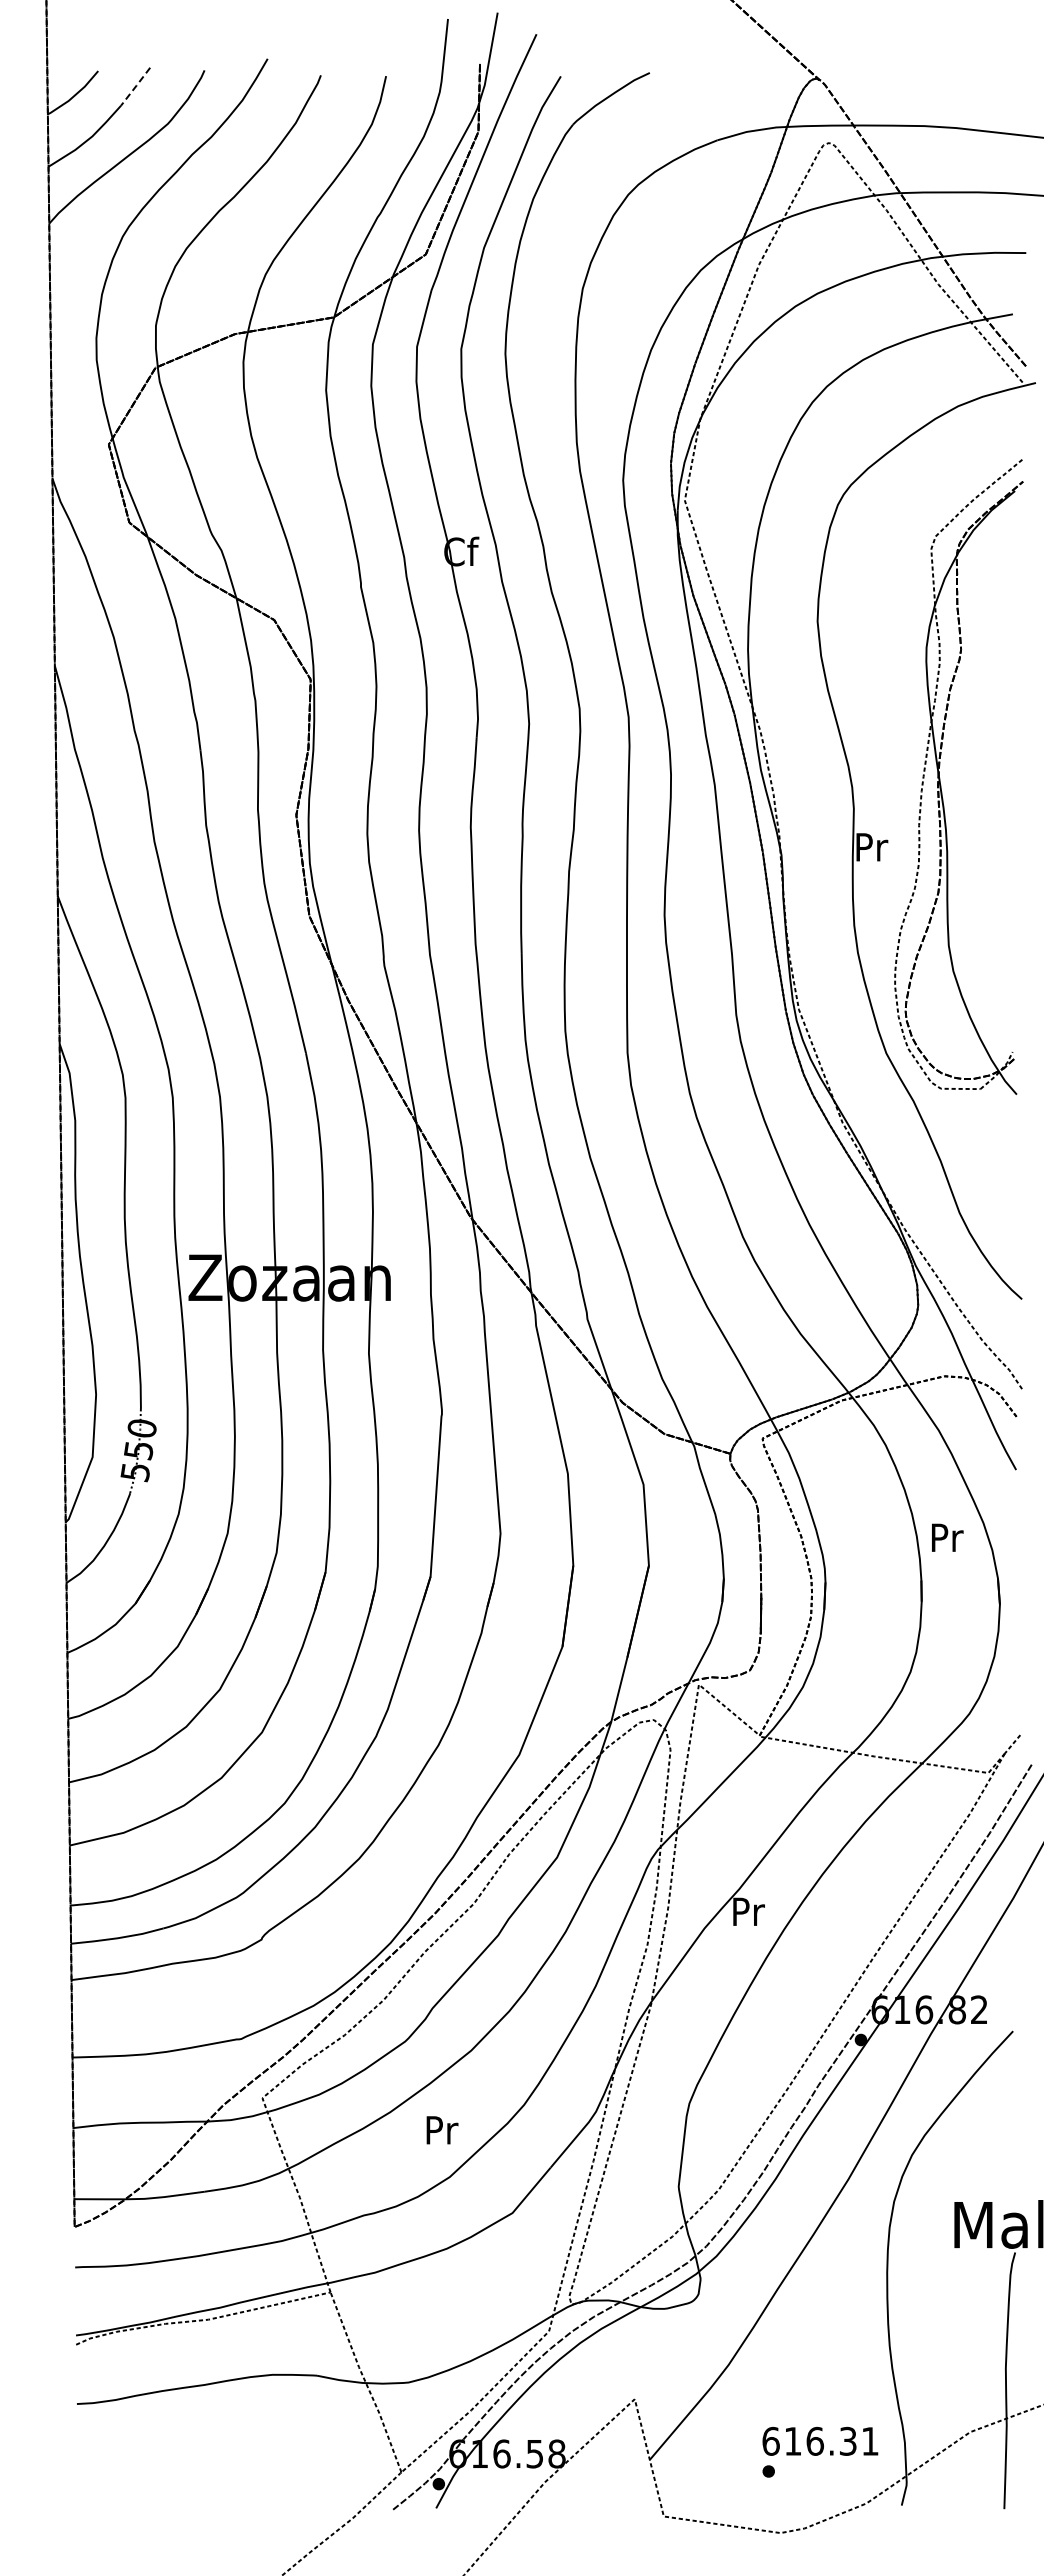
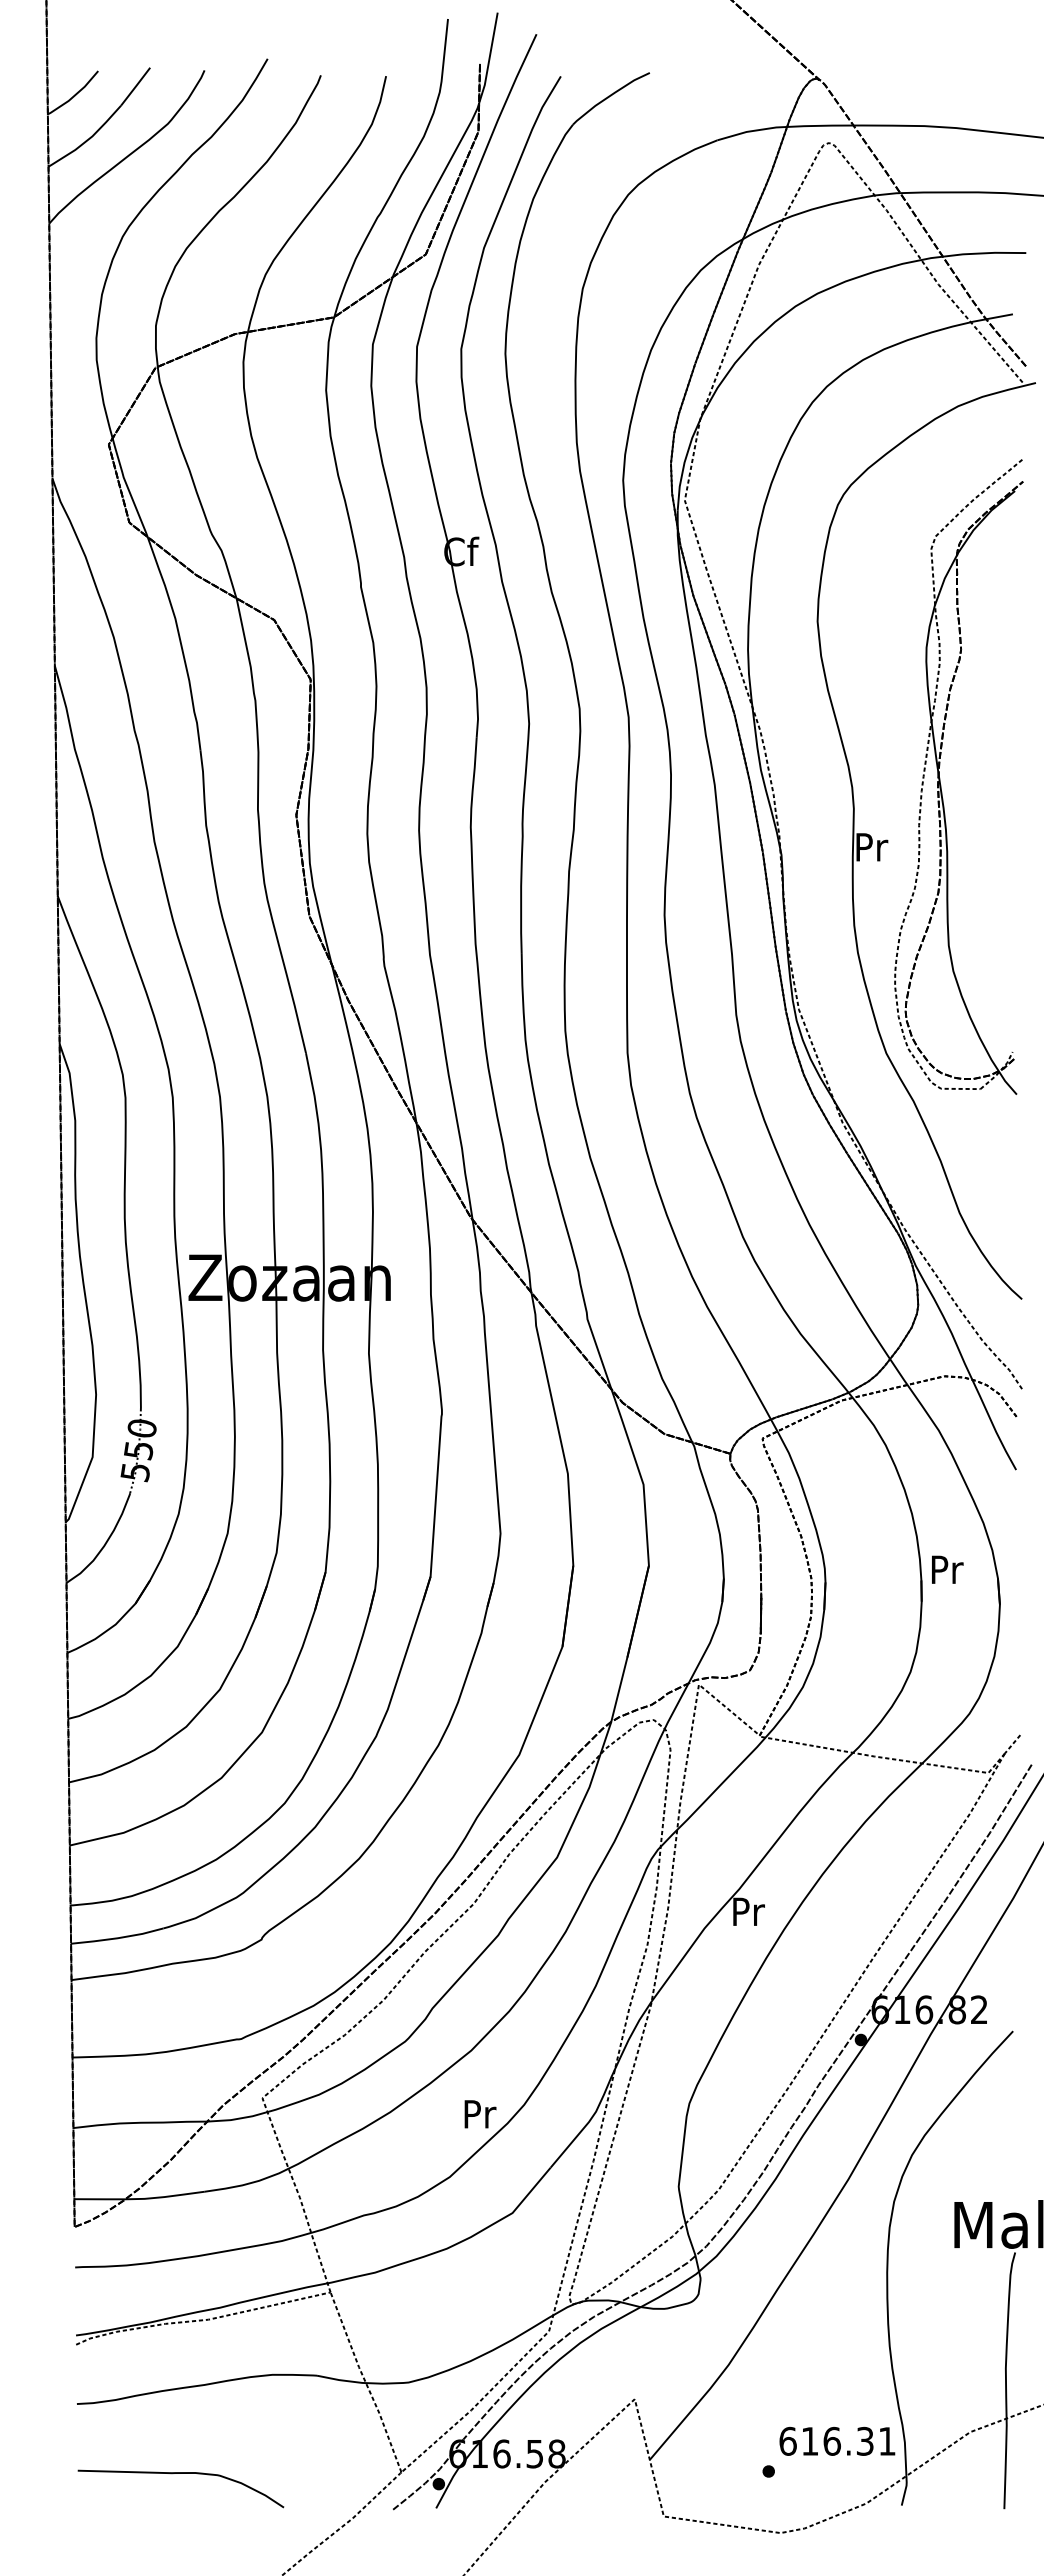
line at (136, 86): dashed -> solid
text at (947, 1537) position: (947, 1537) -> (947, 1569)
text at (442, 2130) position: (442, 2130) -> (480, 2114)
text at (820, 2440) position: (820, 2440) -> (837, 2440)
curve at (180, 2473): none -> present
